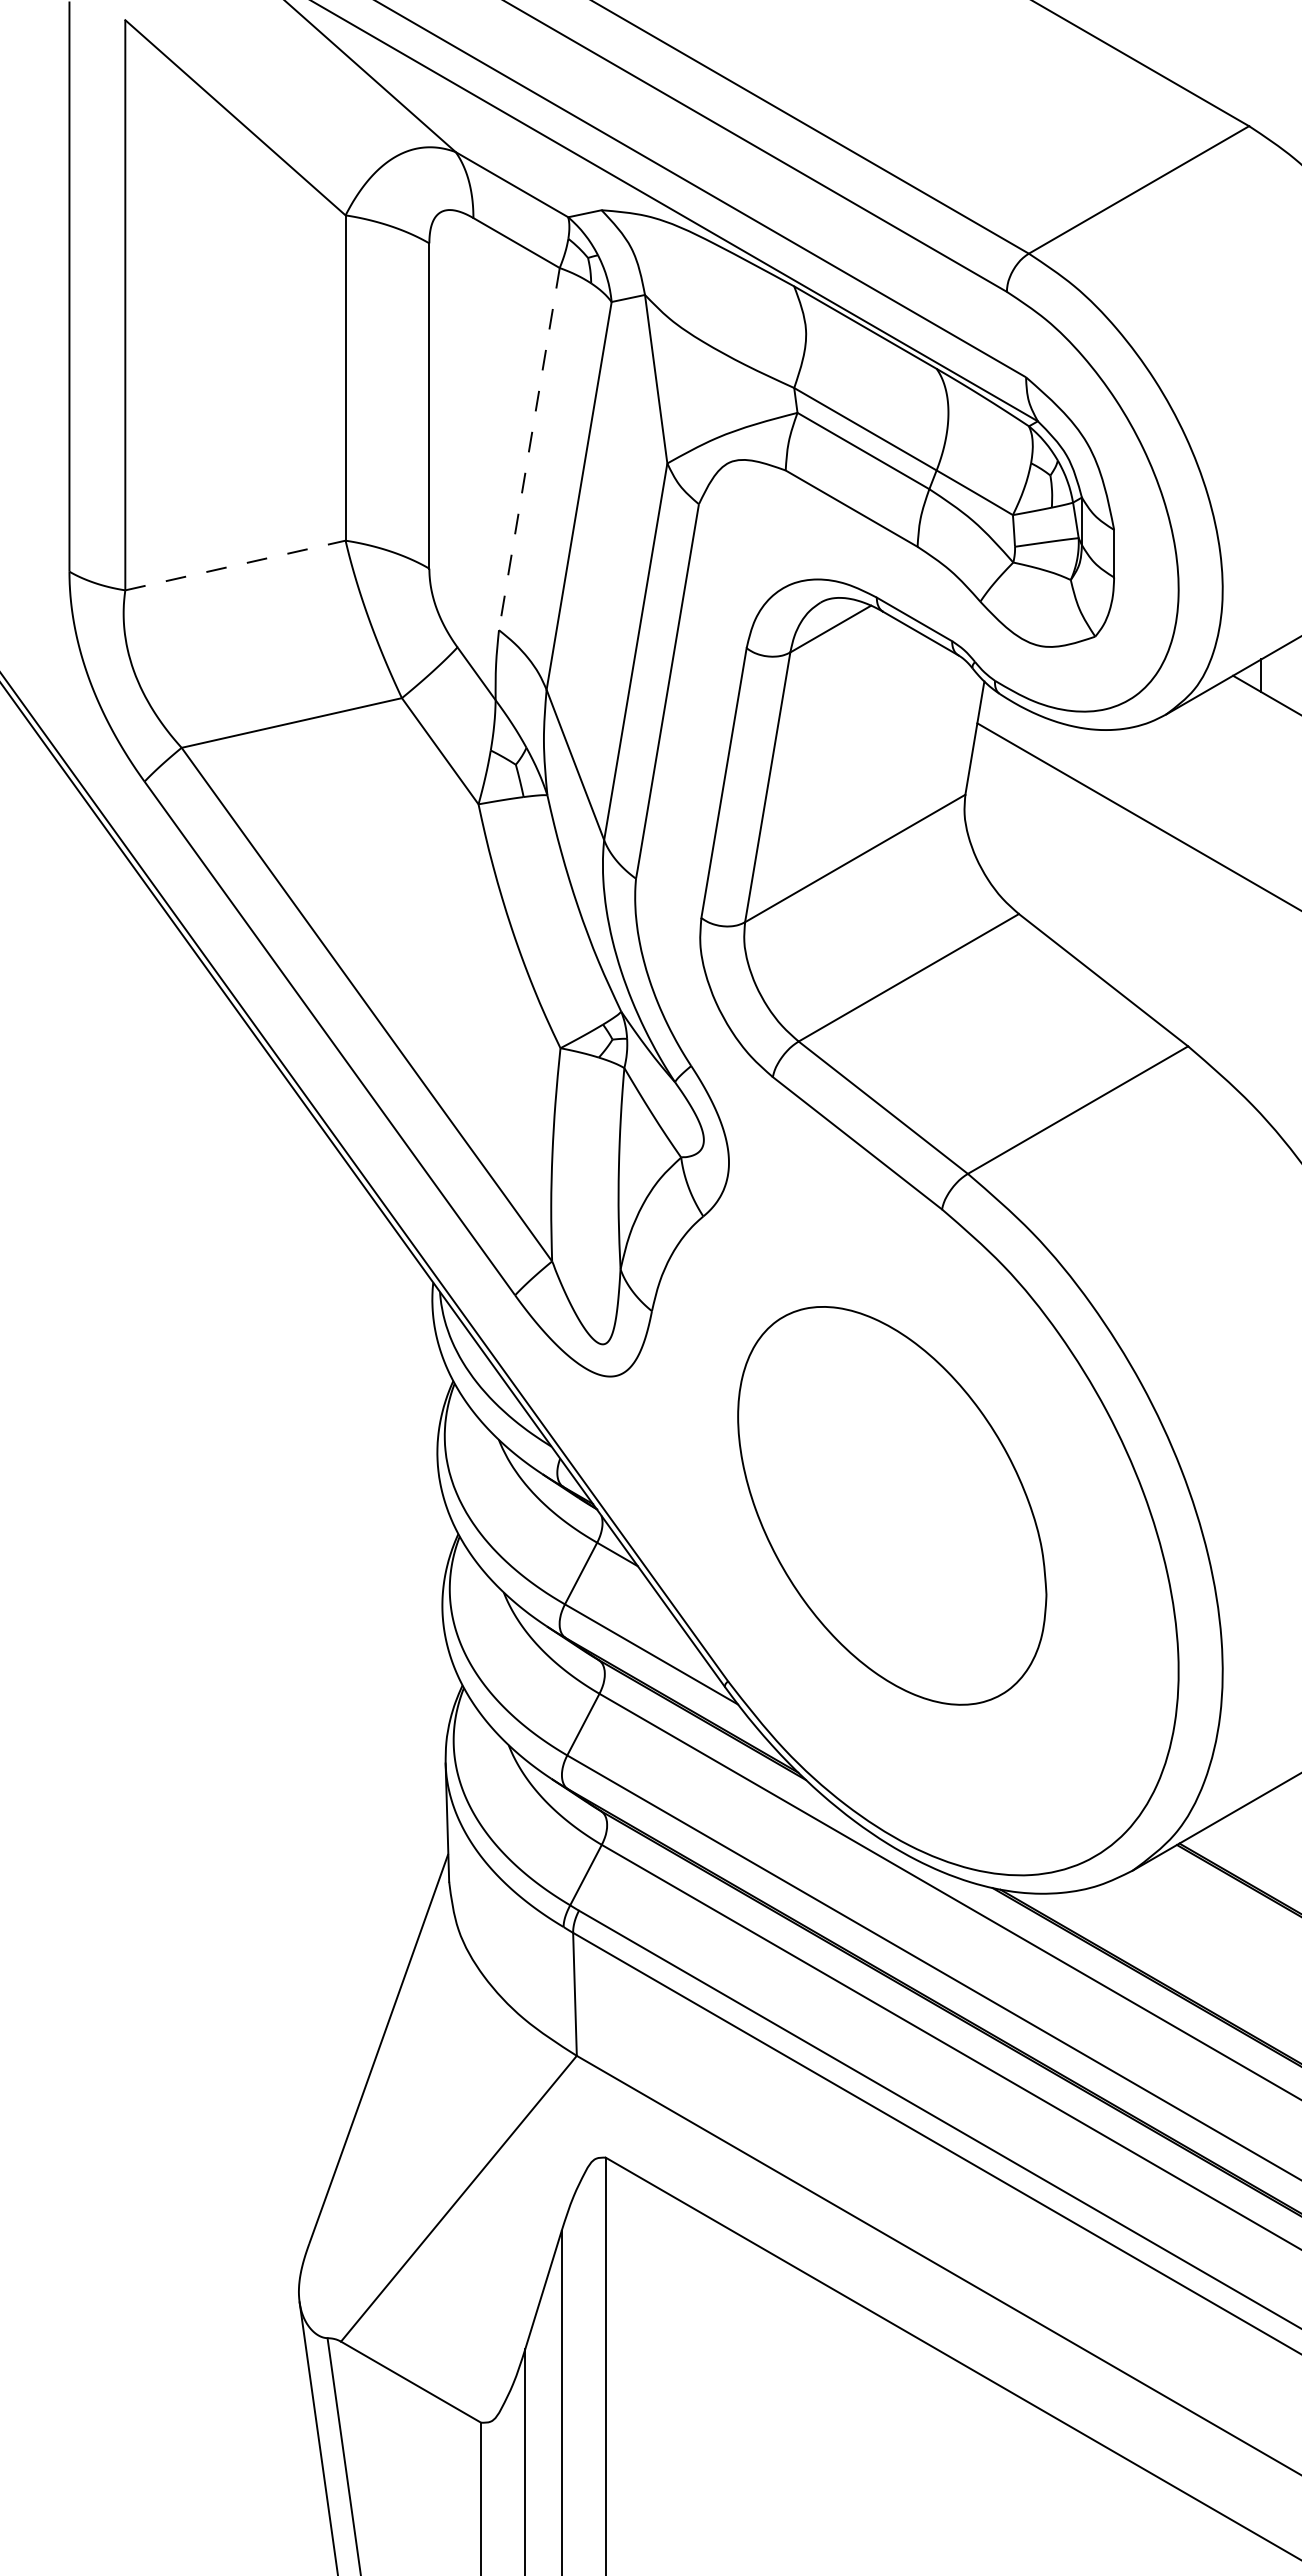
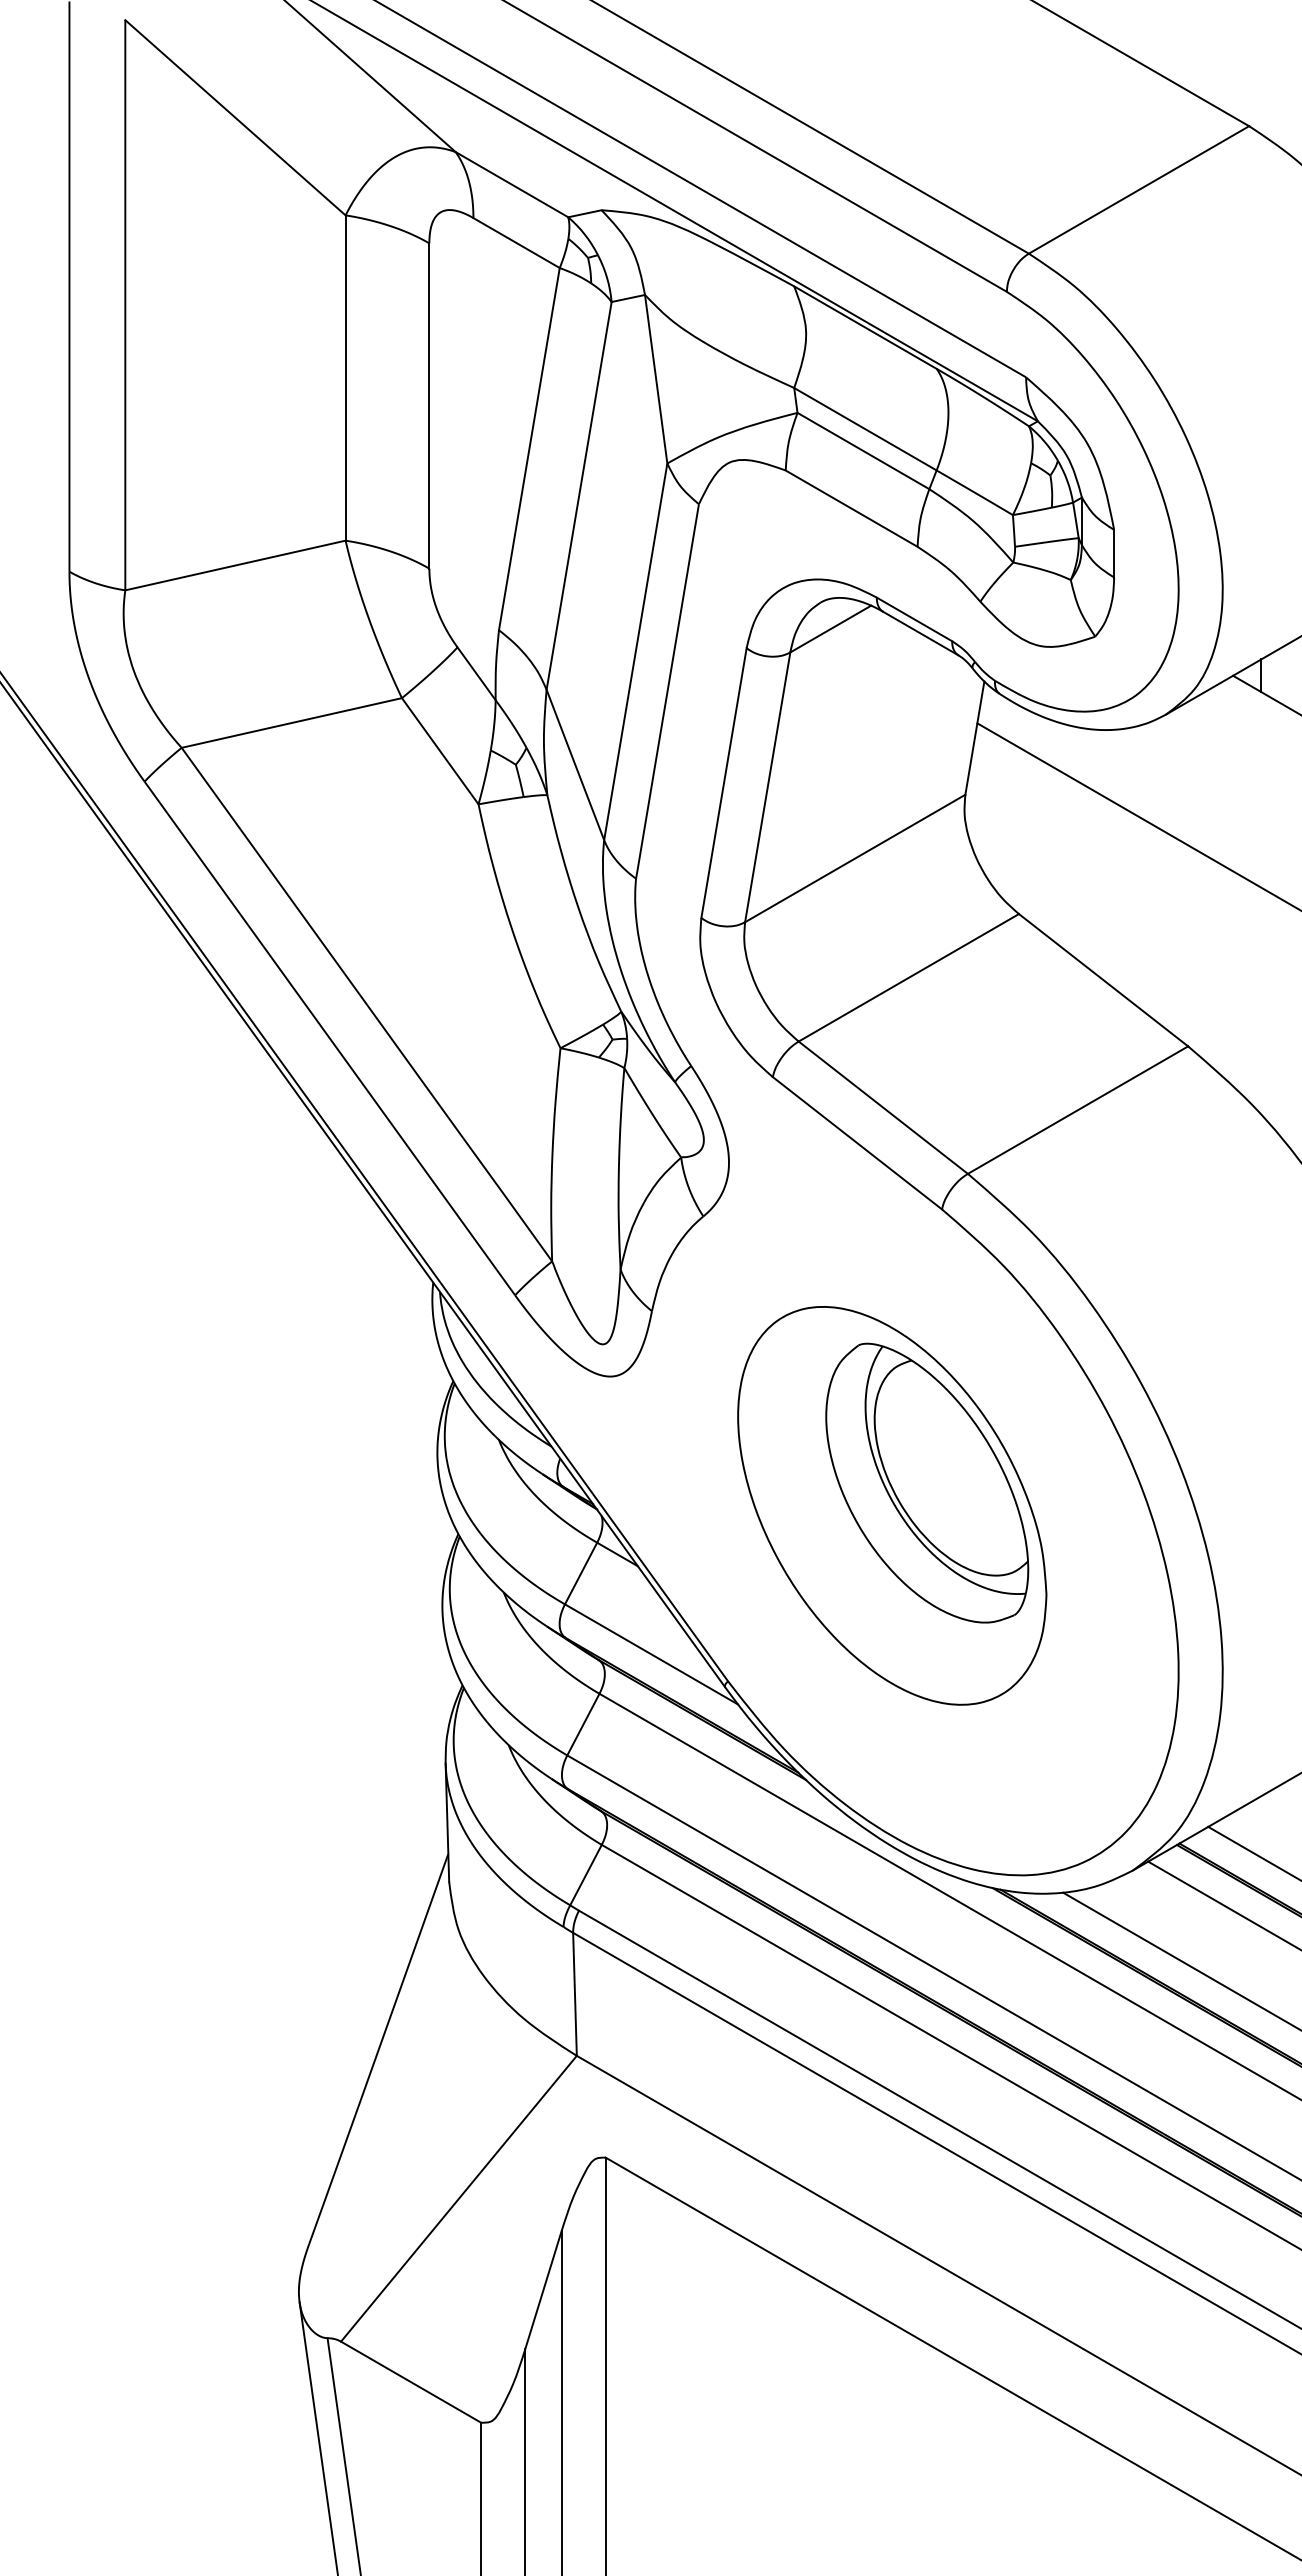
line at (529, 449): dashed -> solid
line at (235, 565): dashed -> solid
part at (927, 1482): none -> present
line at (1253, 1852): none -> present
line at (1223, 1904): none -> present
line at (1180, 1960): none -> present
